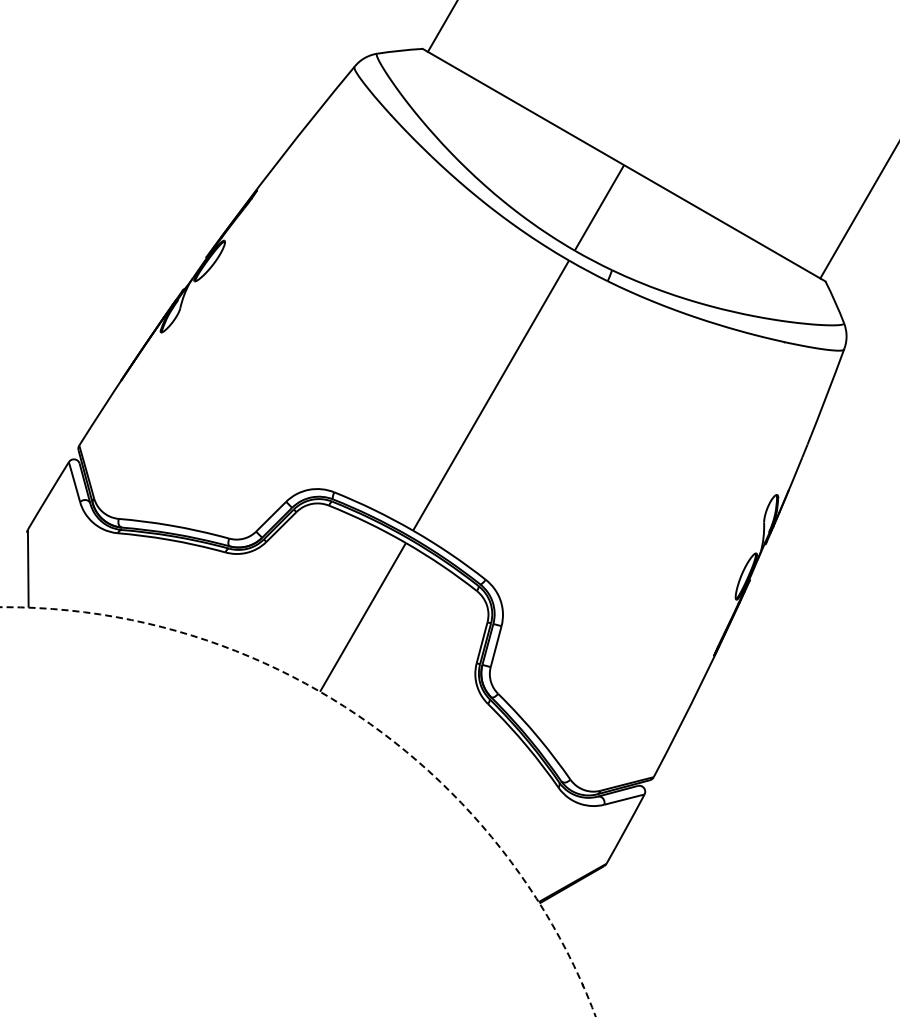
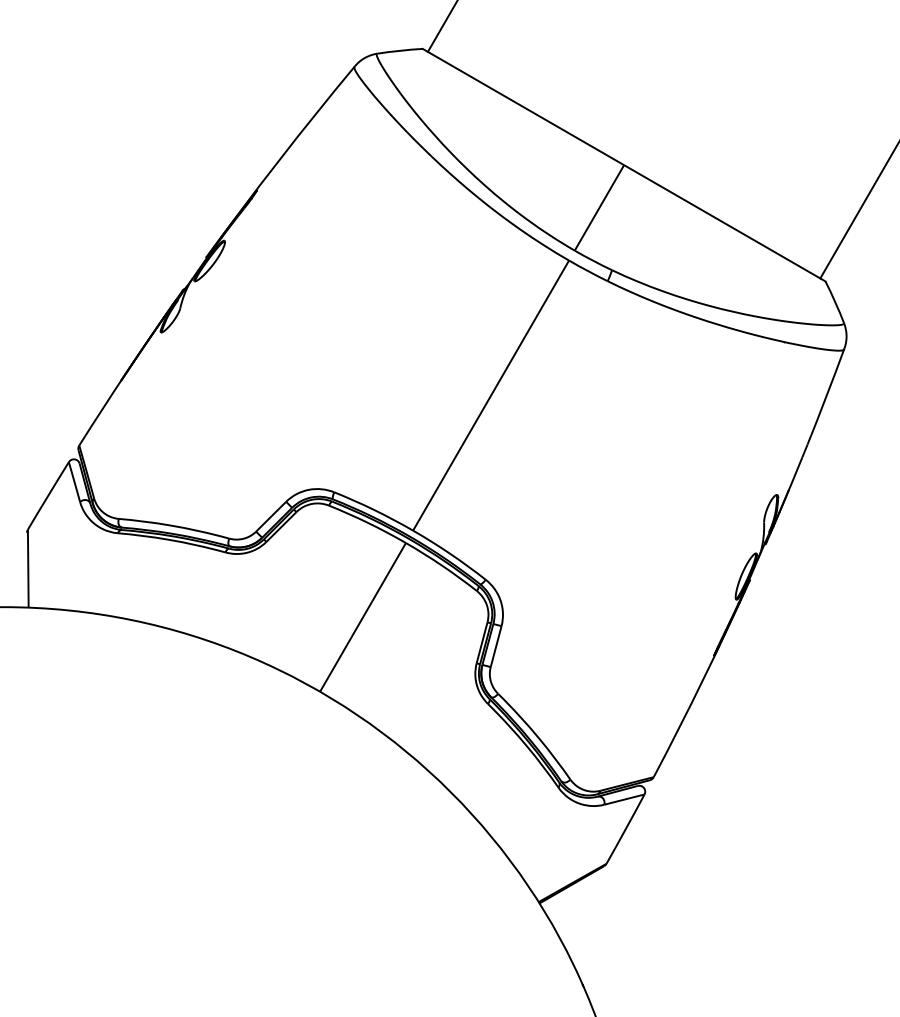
circle at (297, 811): dashed -> solid
